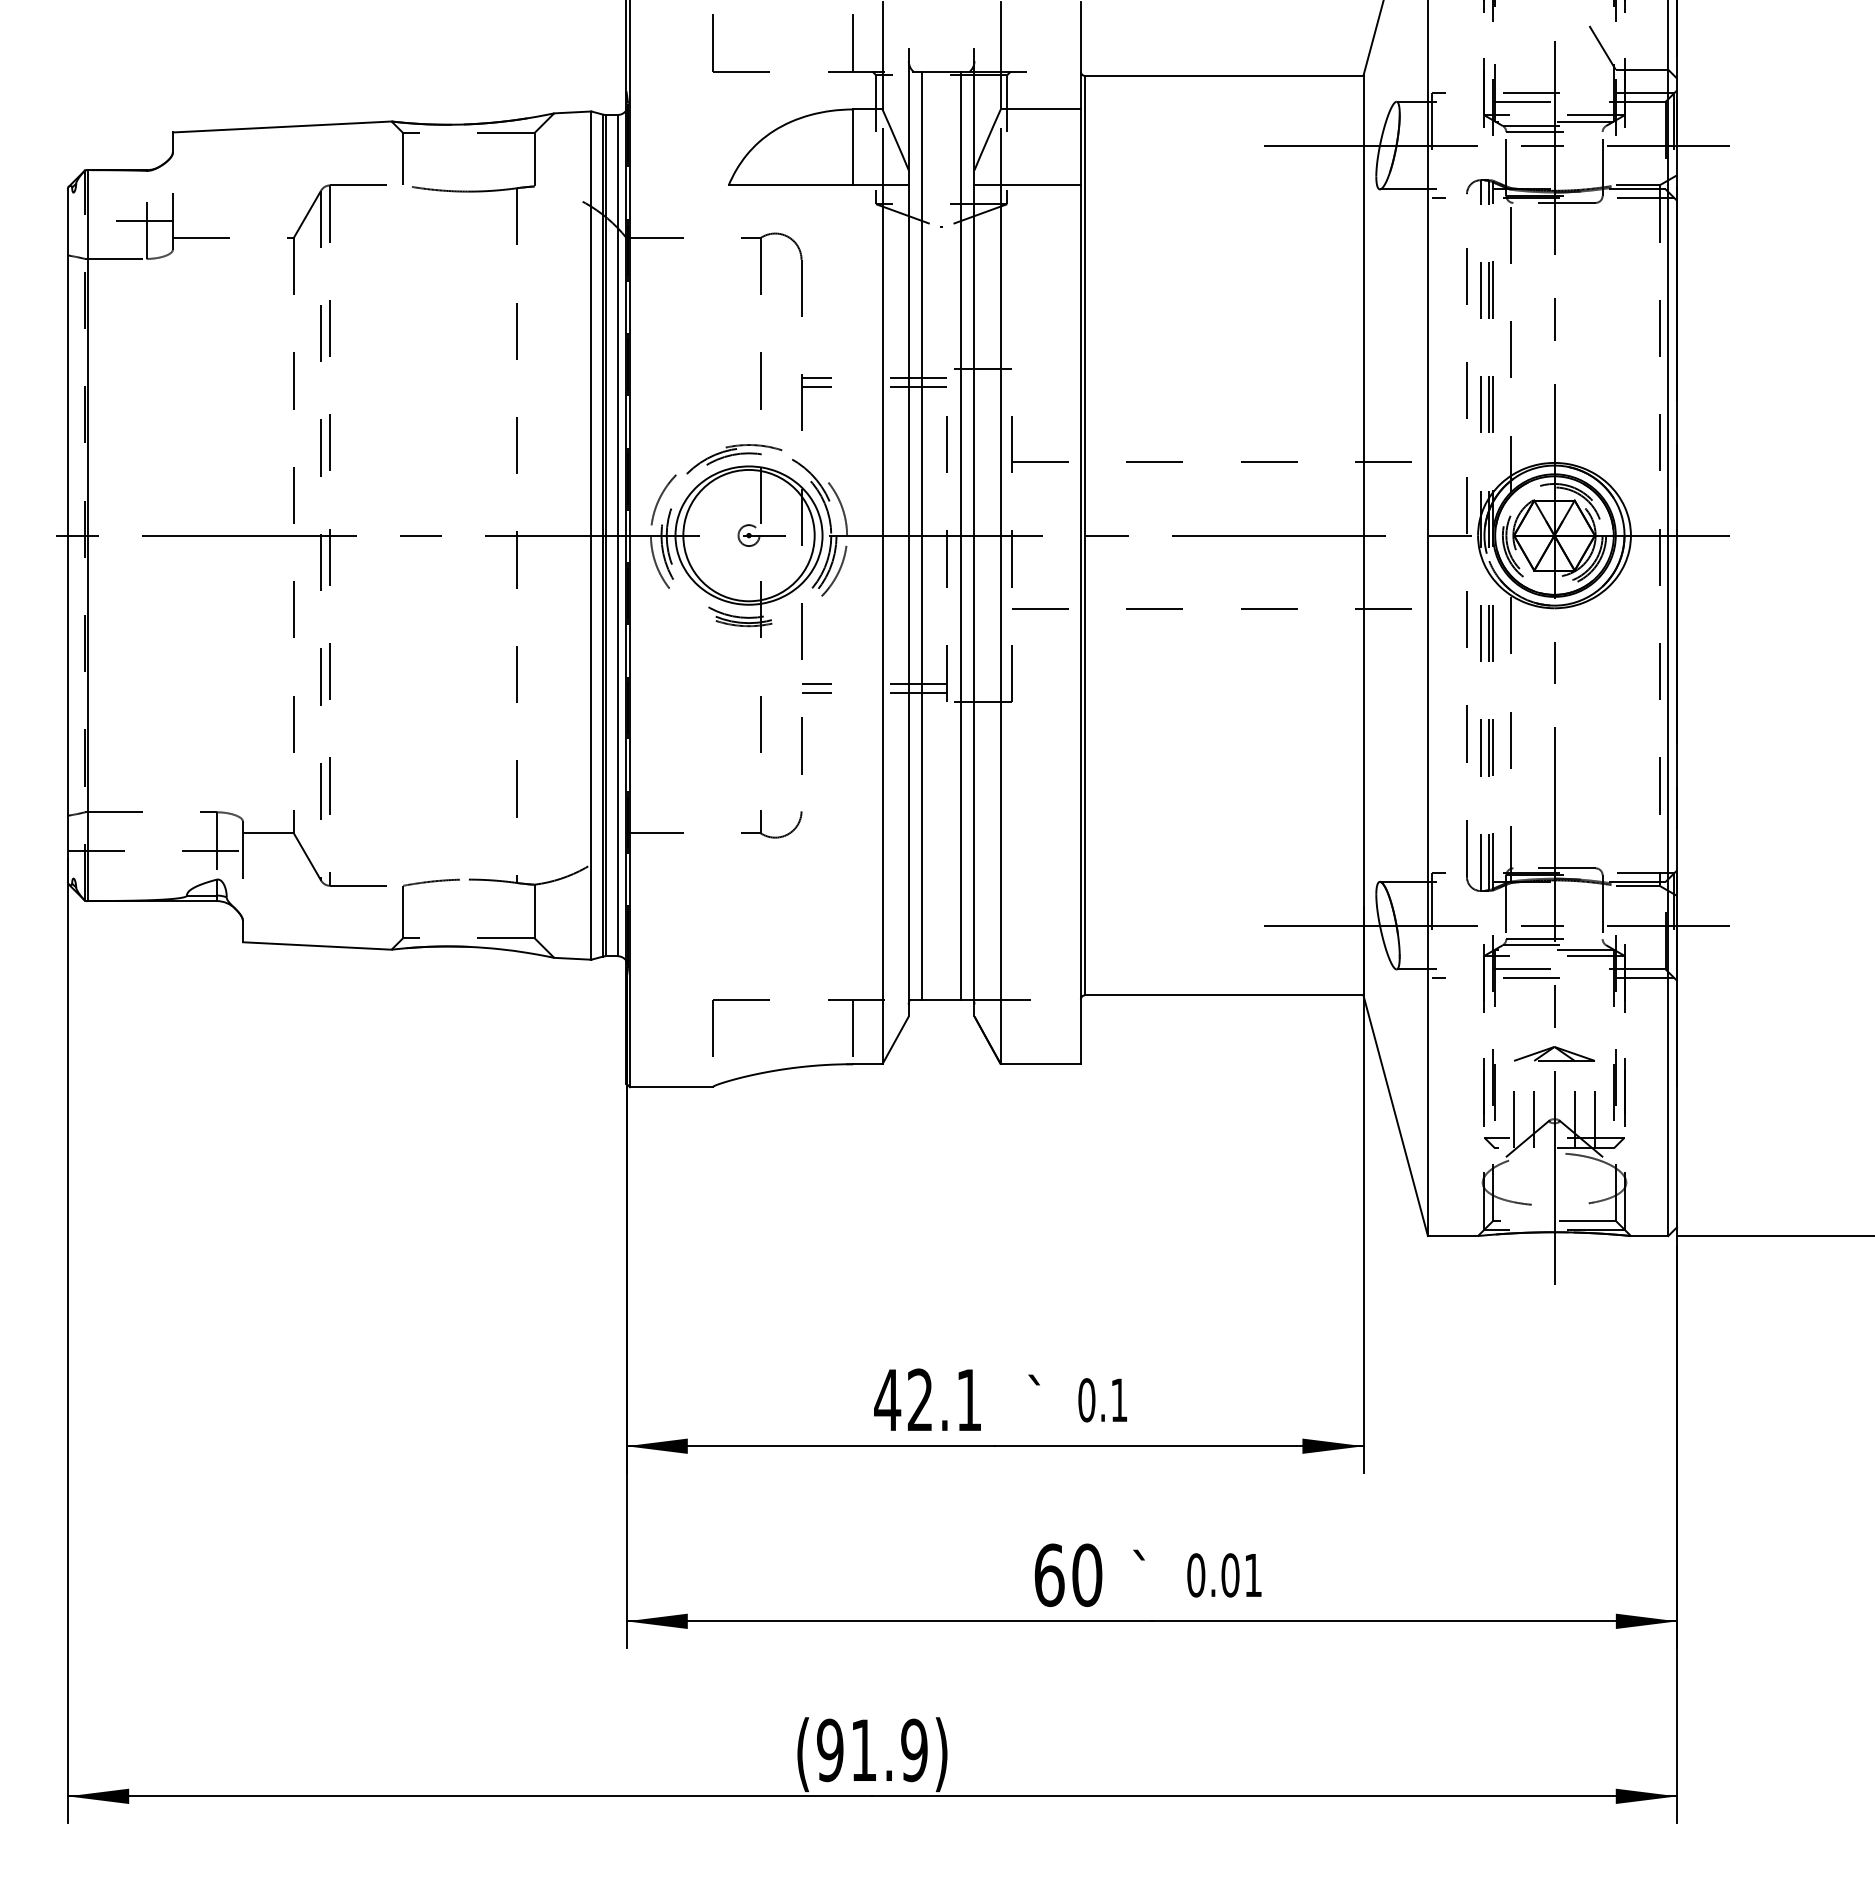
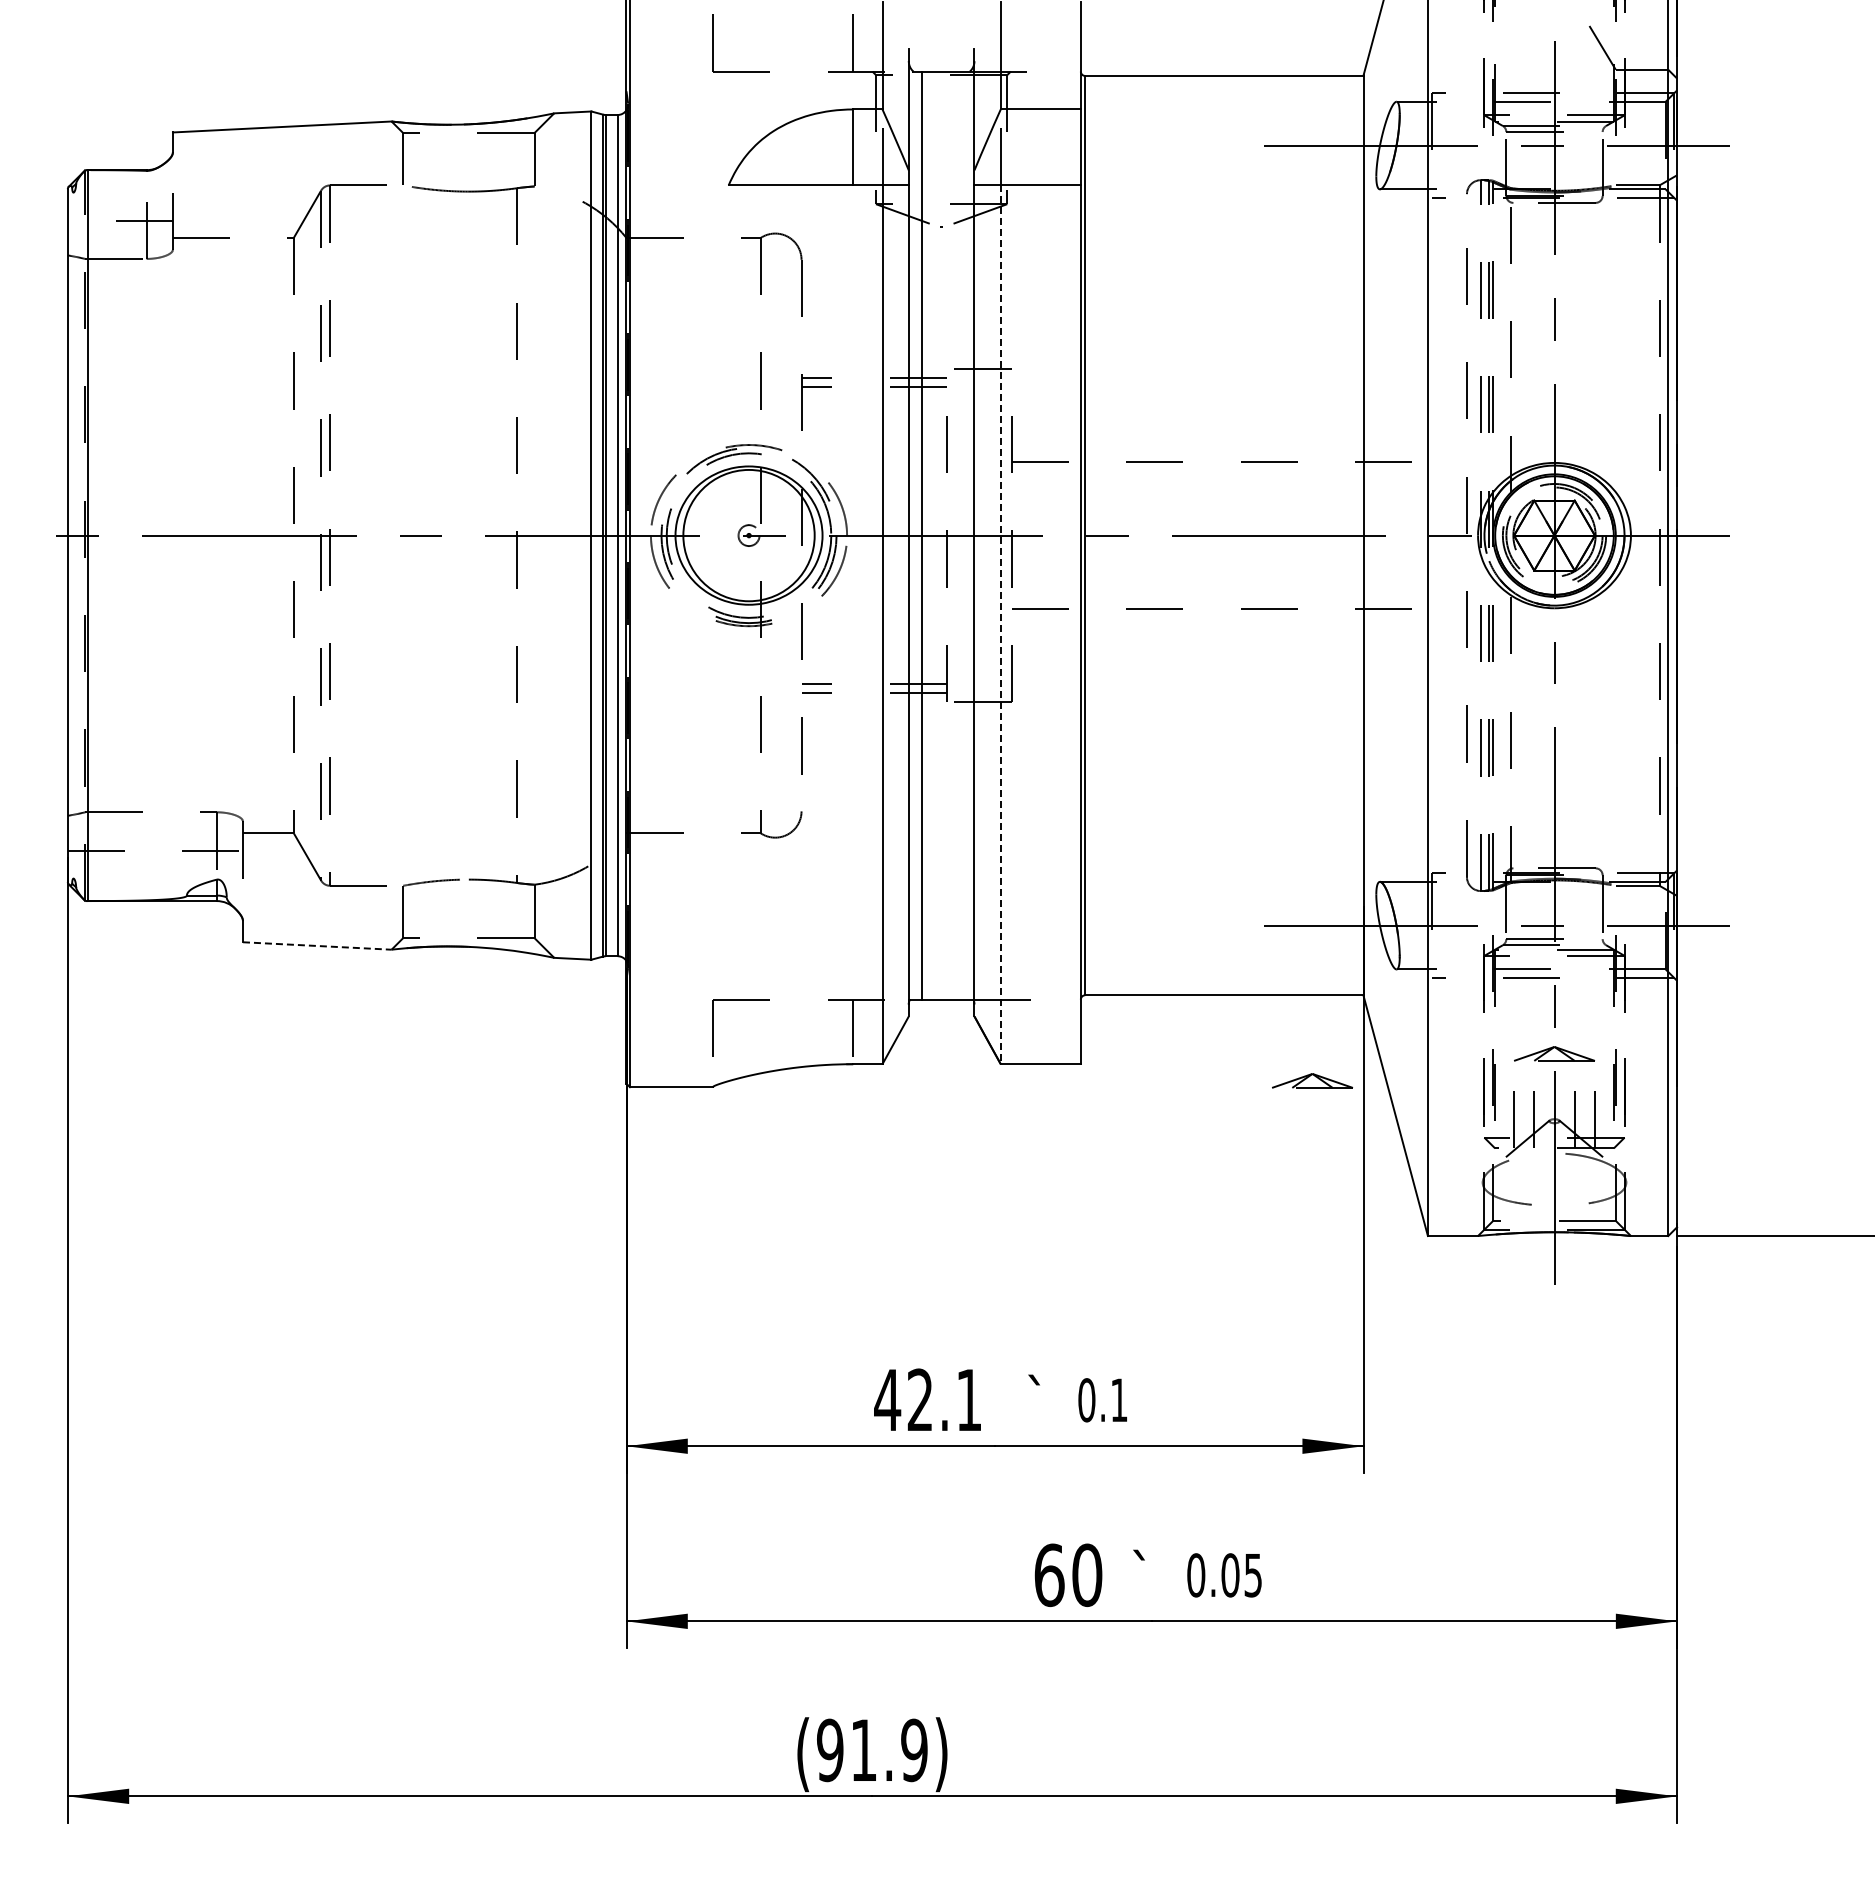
line at (961, 535): present -> none
line at (1000, 625): solid -> dashed
line at (317, 946): solid -> dashed
part at (1312, 1080): none -> present
text at (1252, 1575): 0.01 -> 0.05
